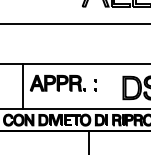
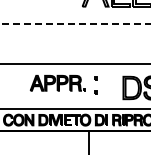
line at (75, 24): solid -> dashed
line at (23, 85): present -> none
part at (95, 85) size: 3x13 px -> 4x19 px
